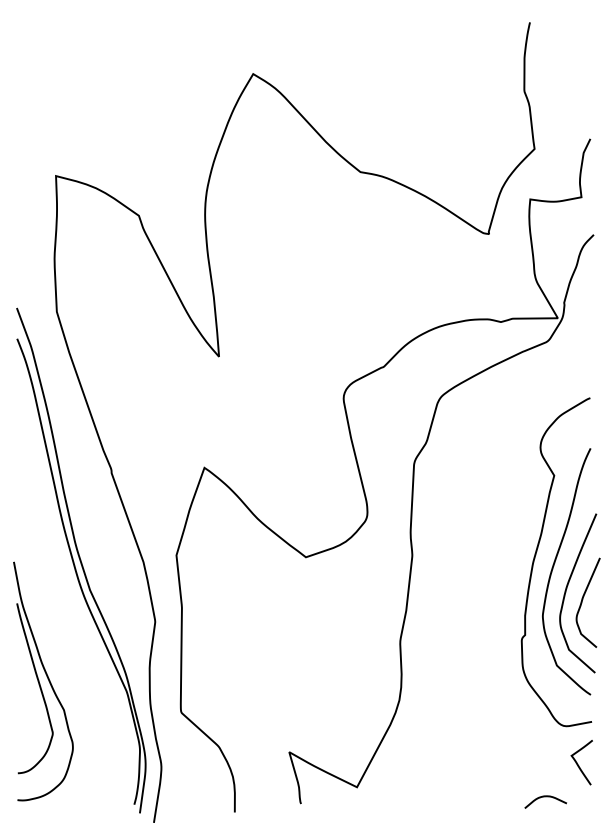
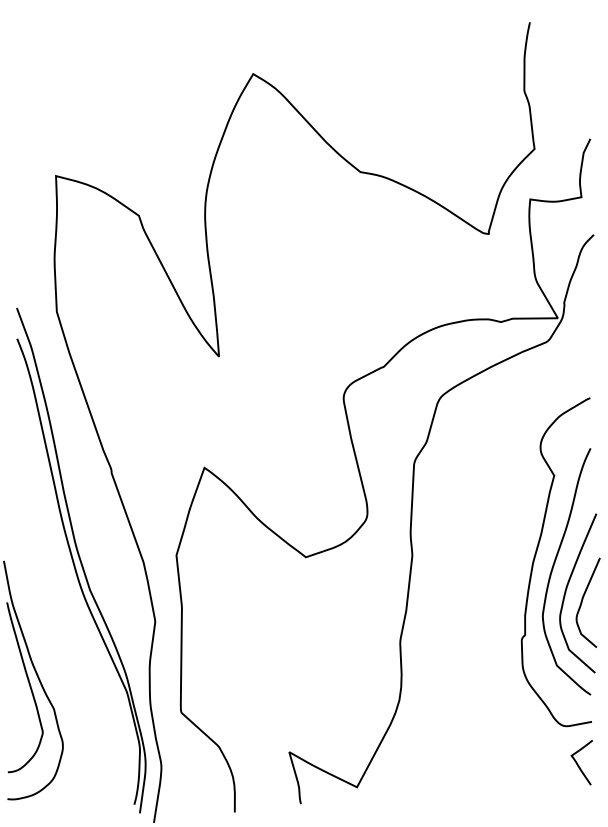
part at (43, 681) position: (43, 681) -> (33, 680)
curve at (545, 797): present -> none
